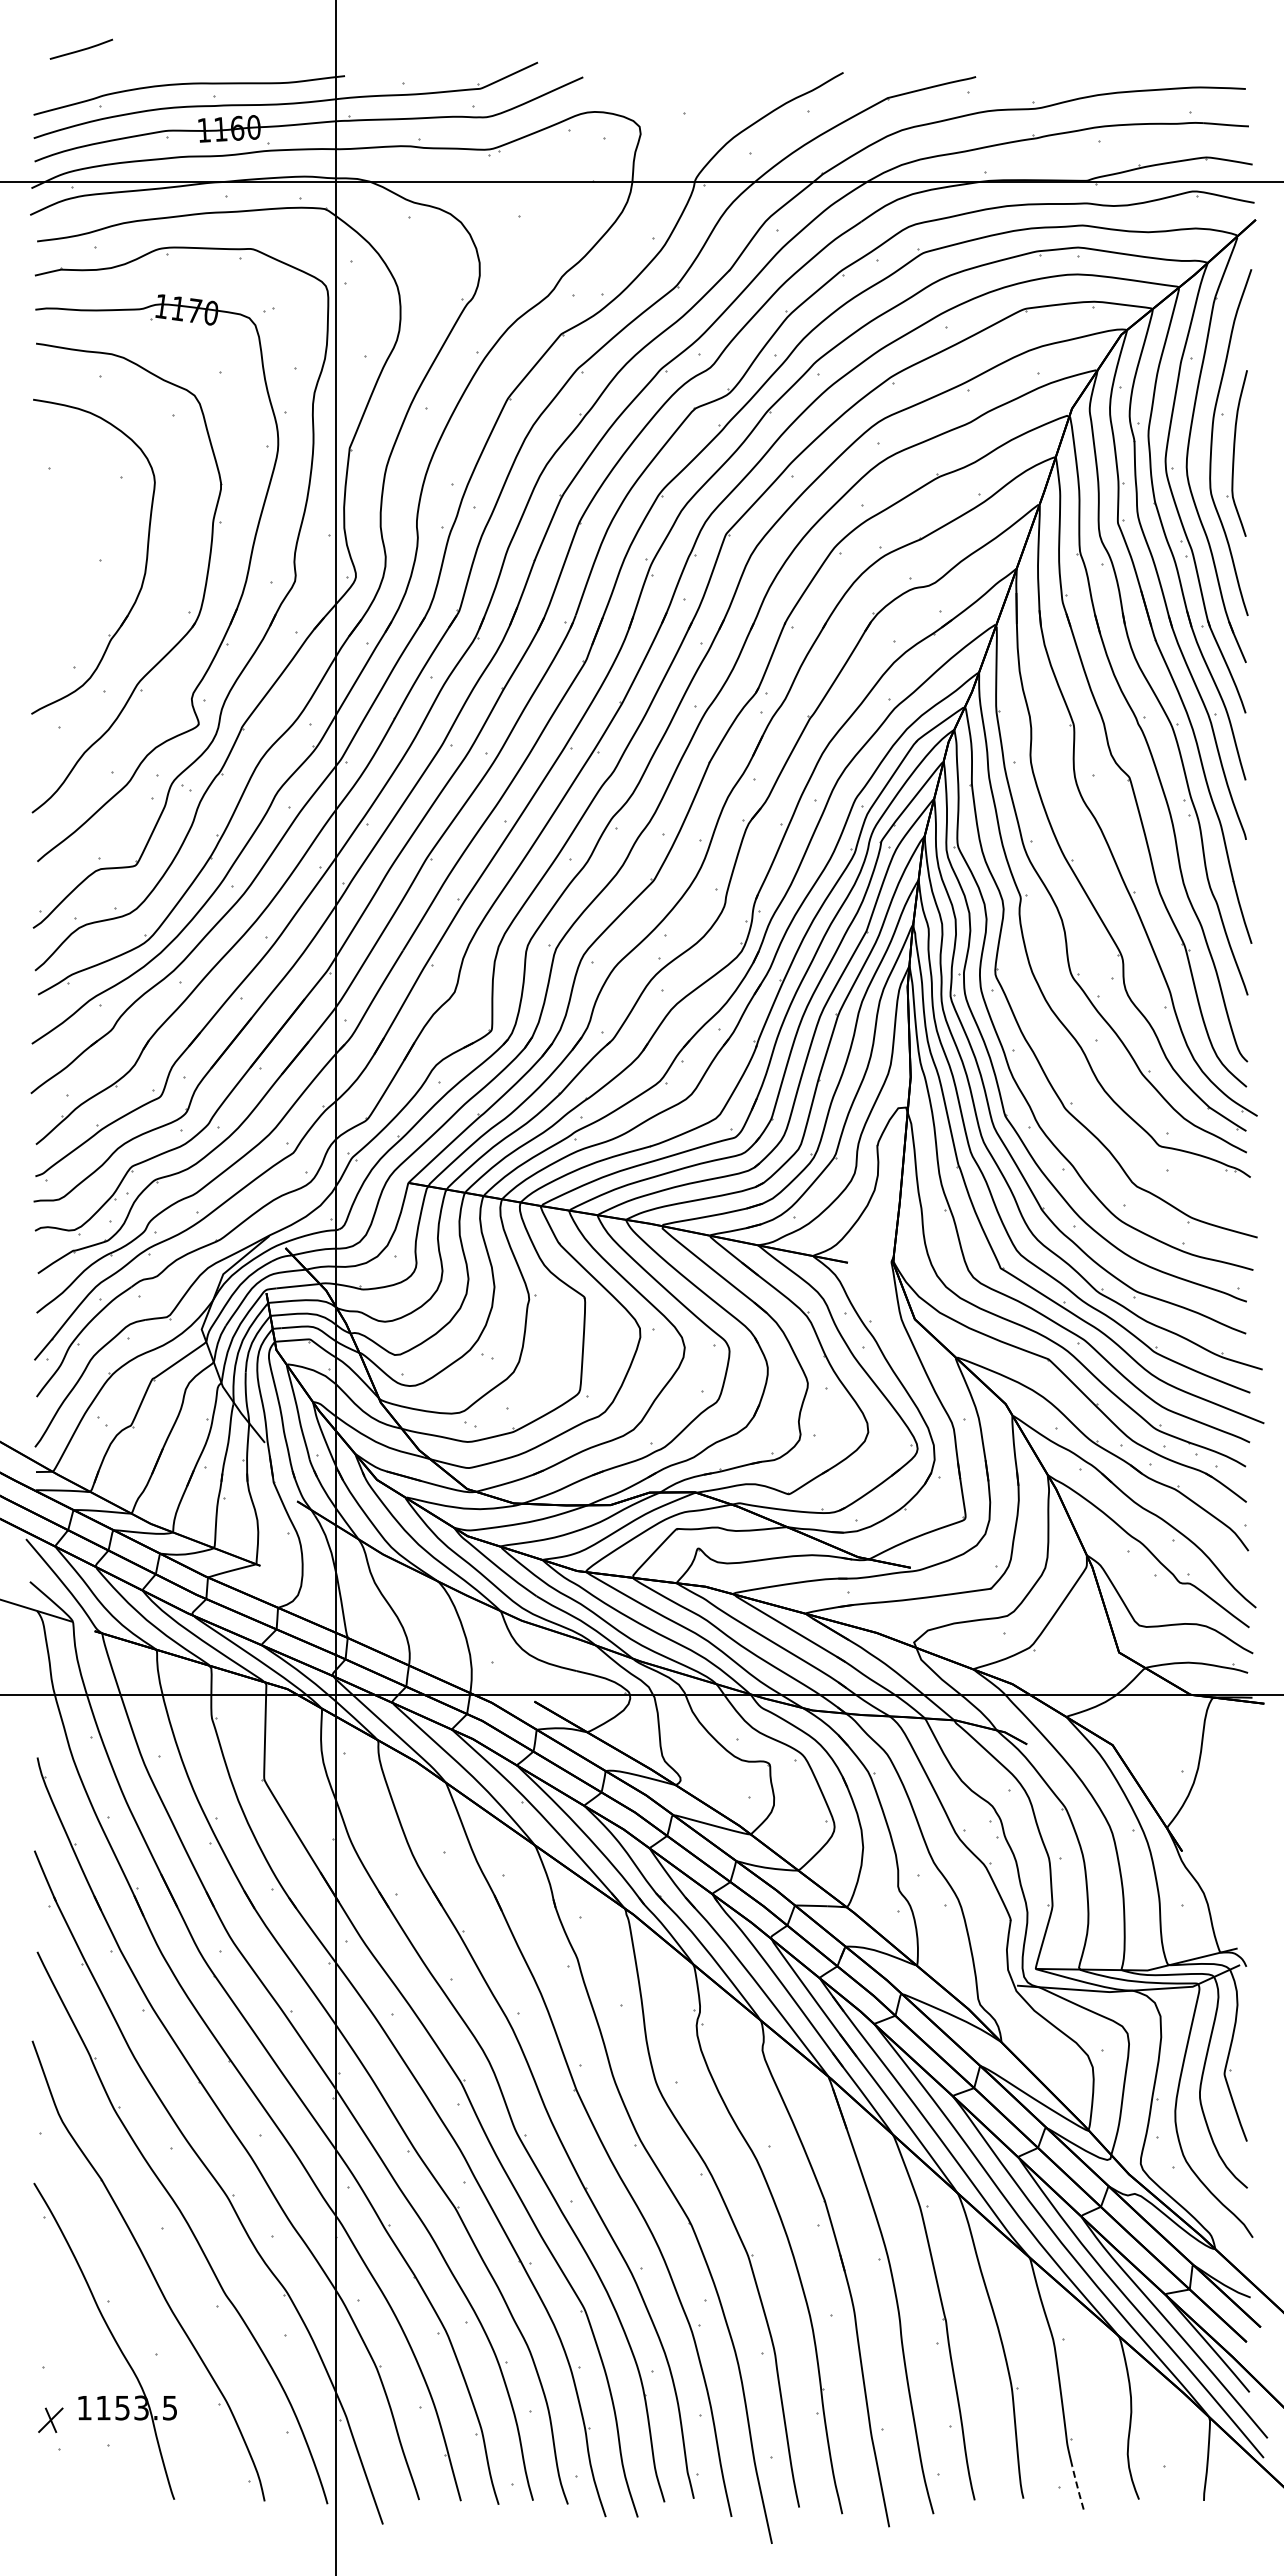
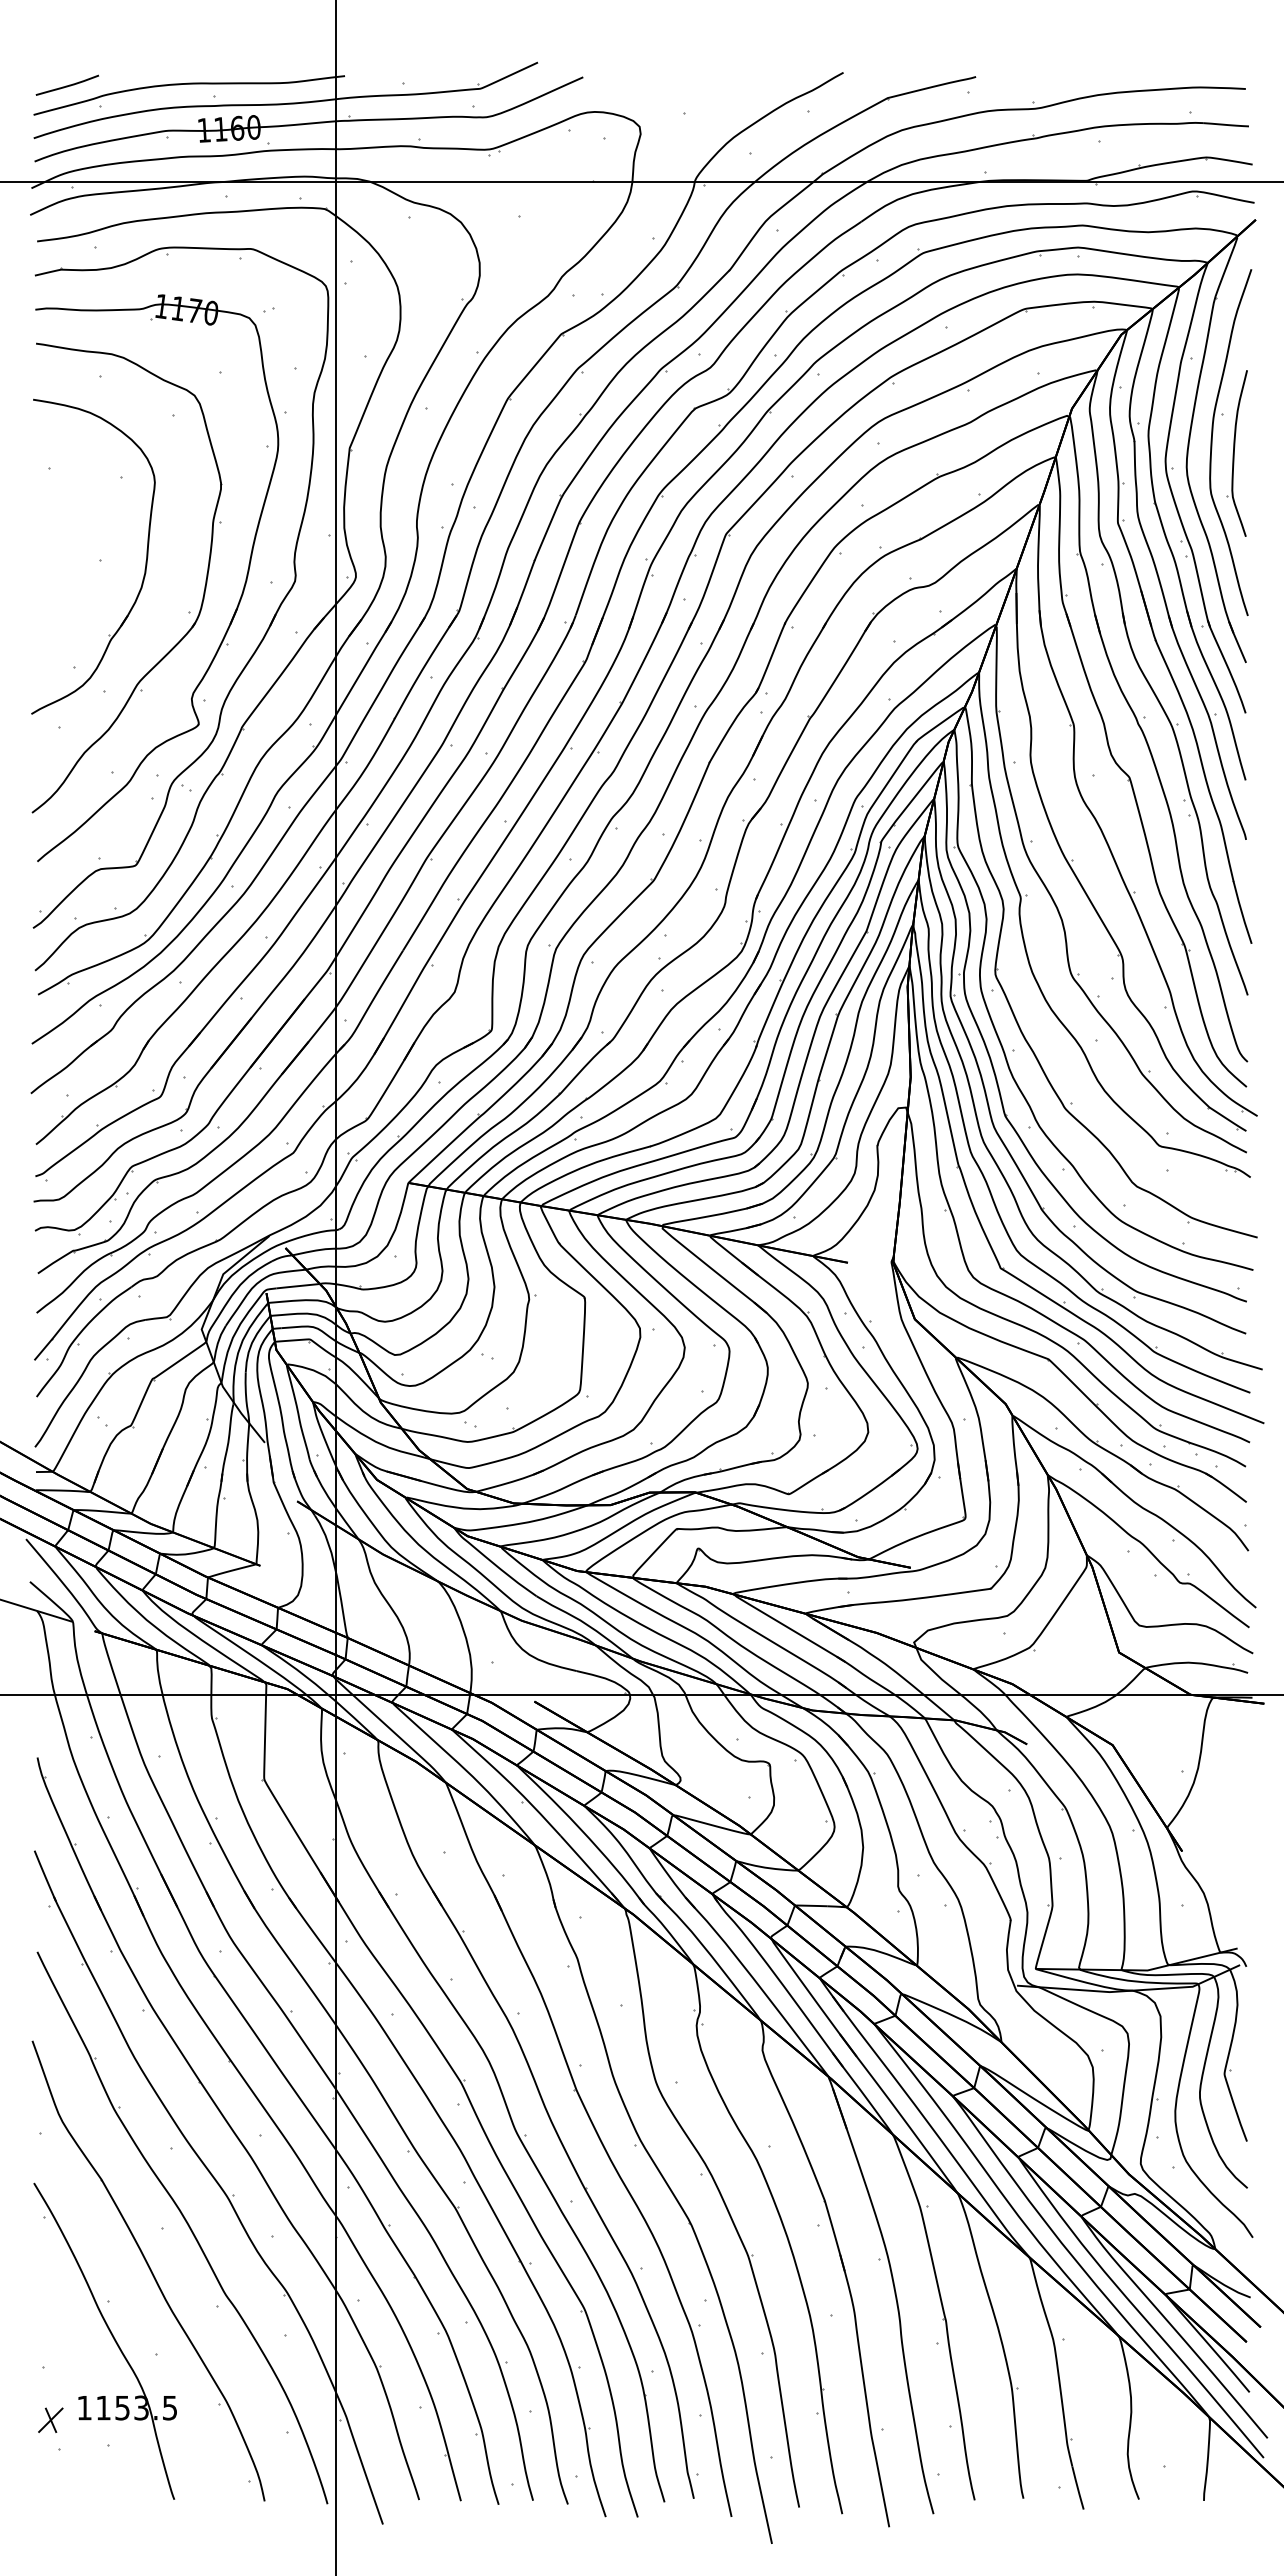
curve at (81, 49) position: (81, 49) -> (67, 85)
line at (1077, 2488): dashed -> solid
